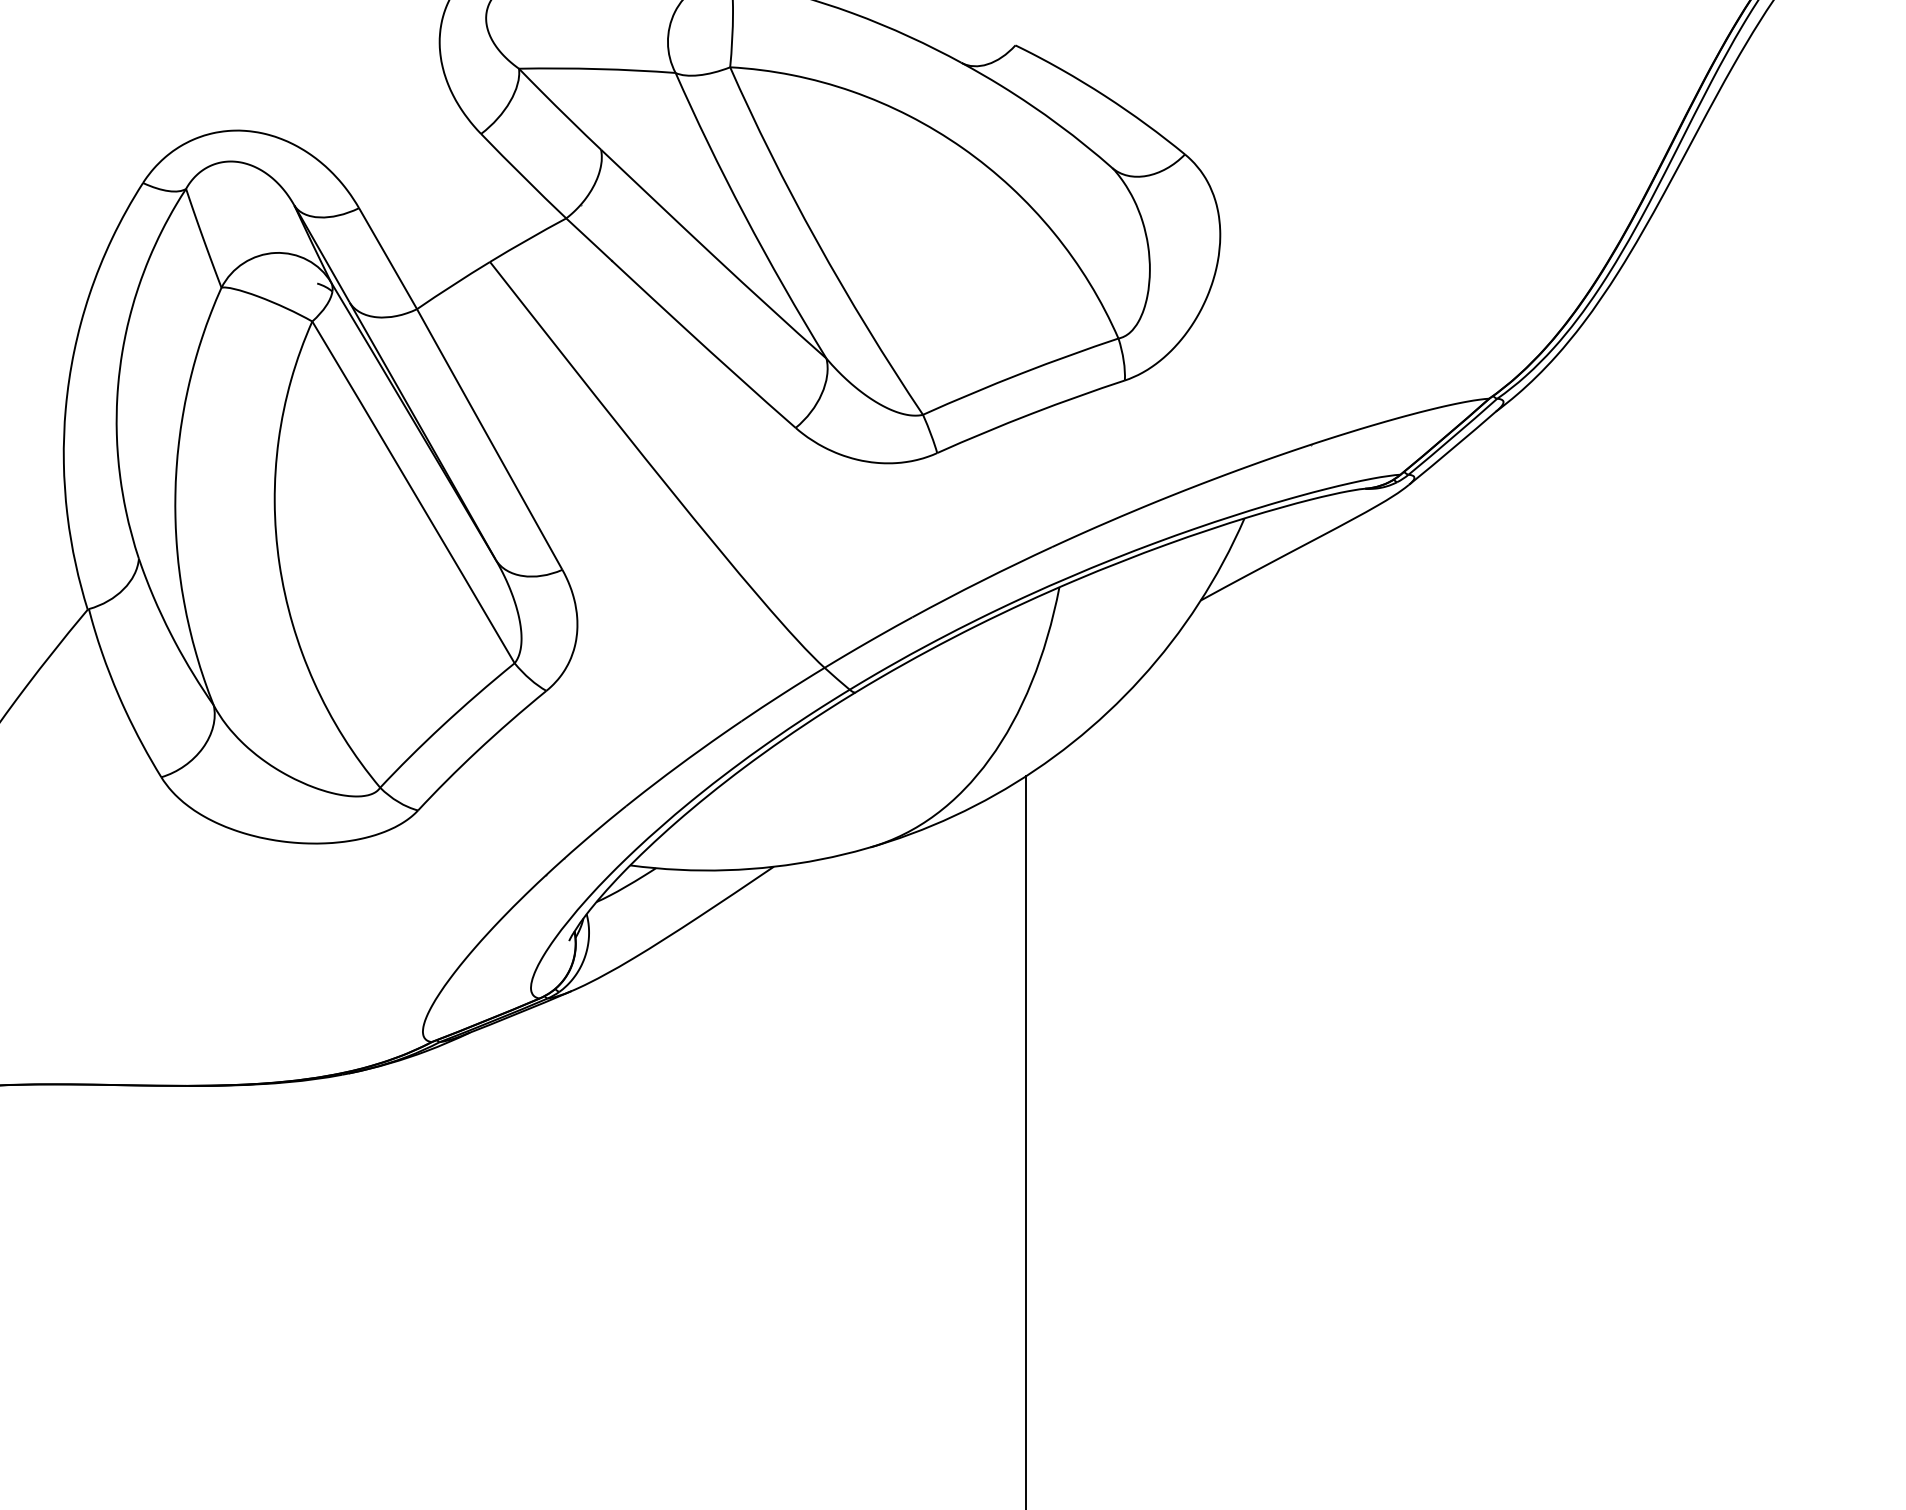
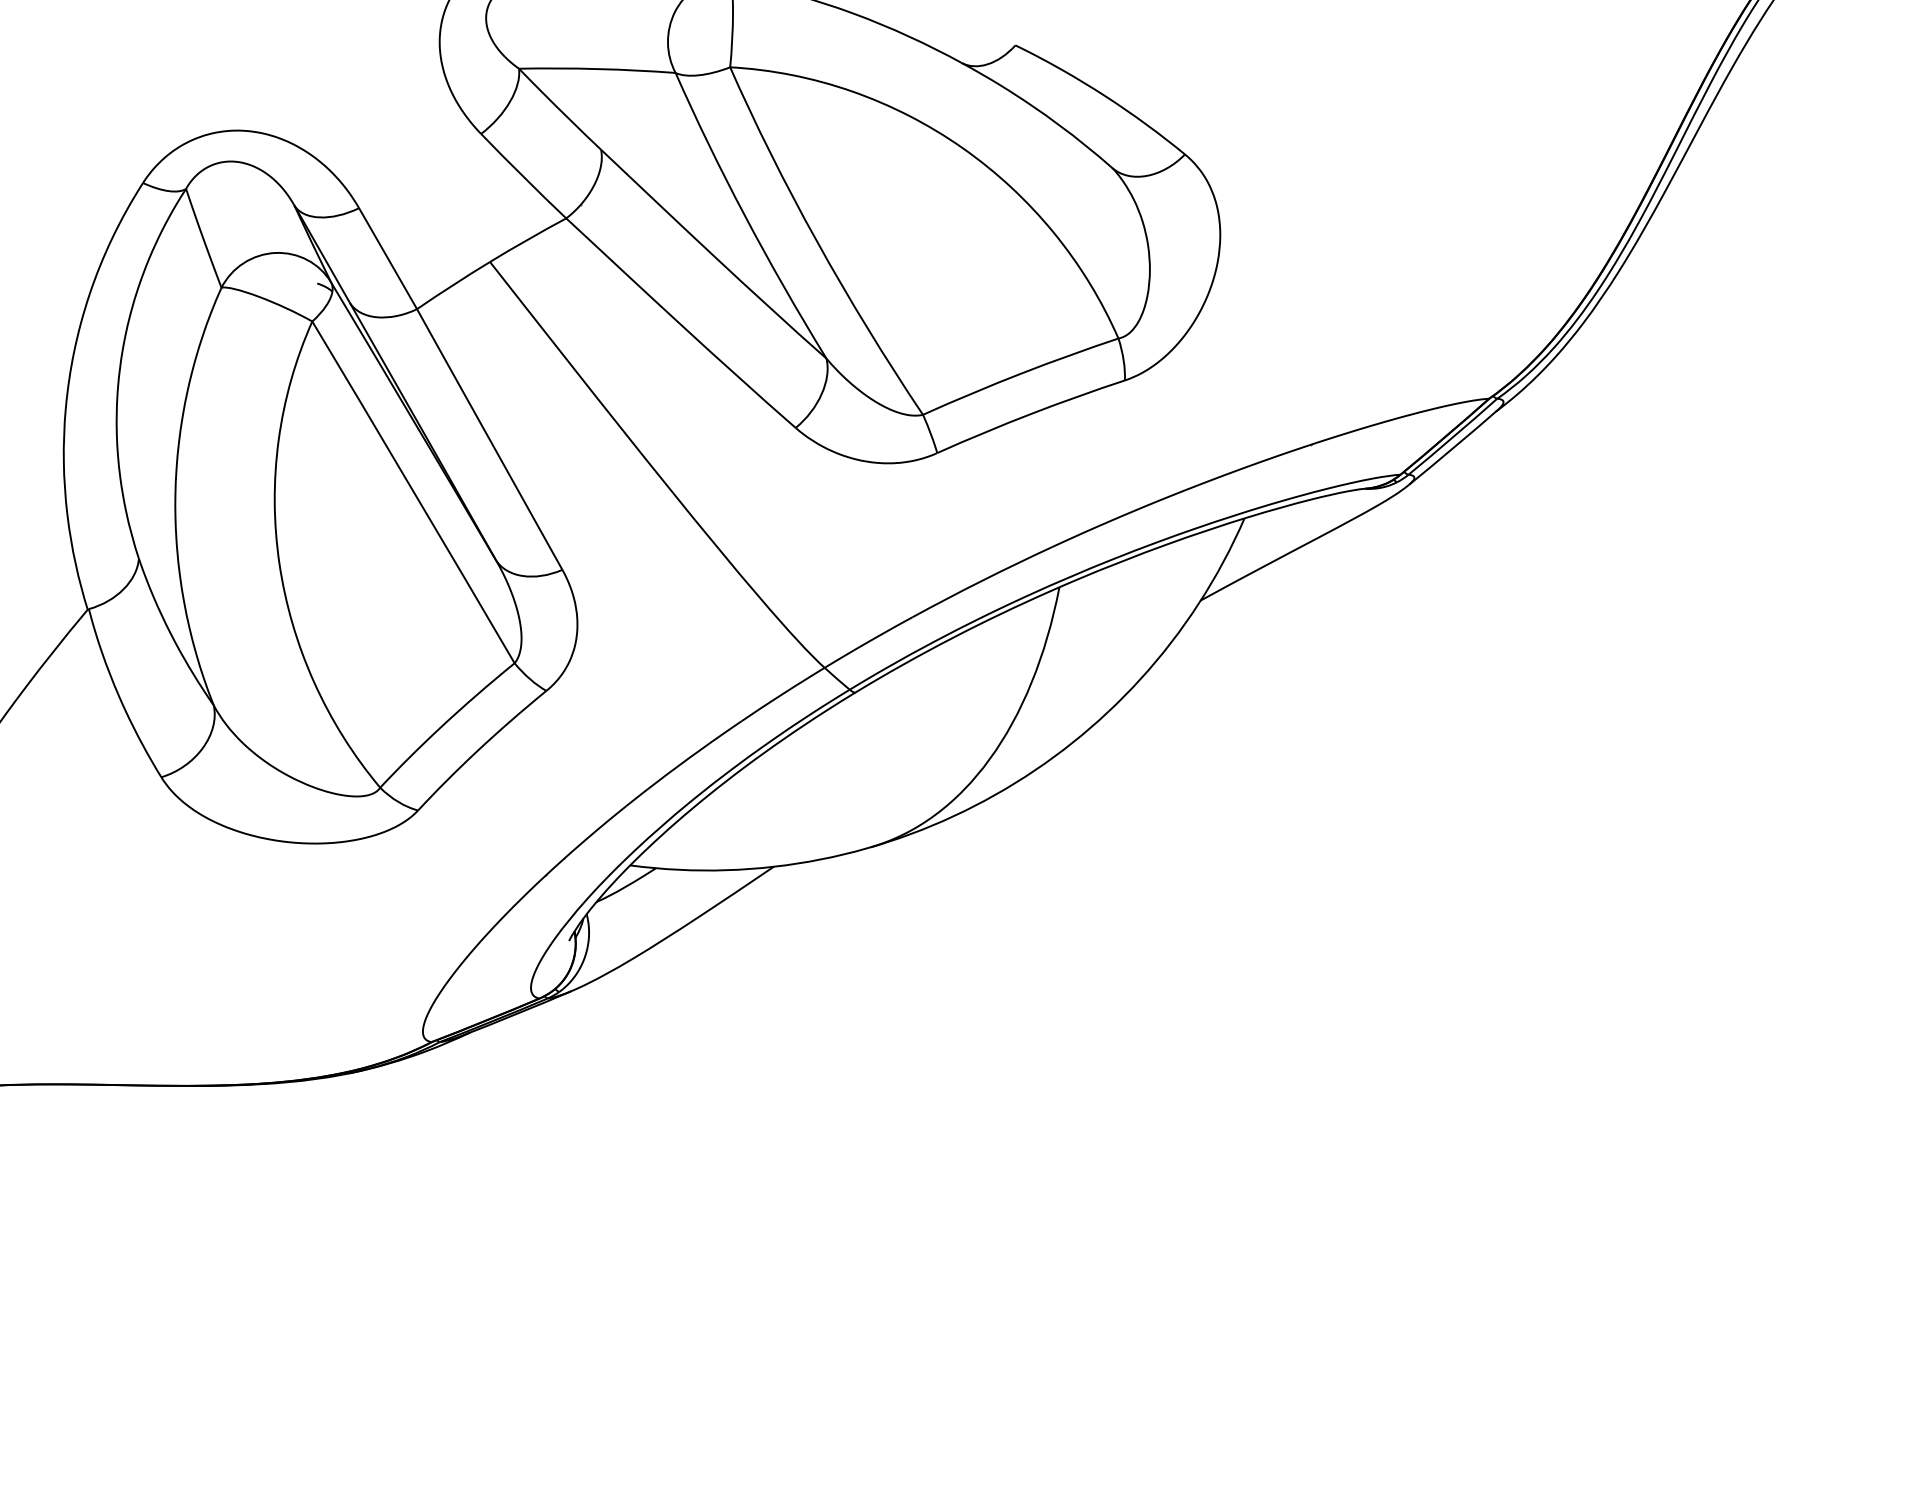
line at (1026, 1141): present -> none
